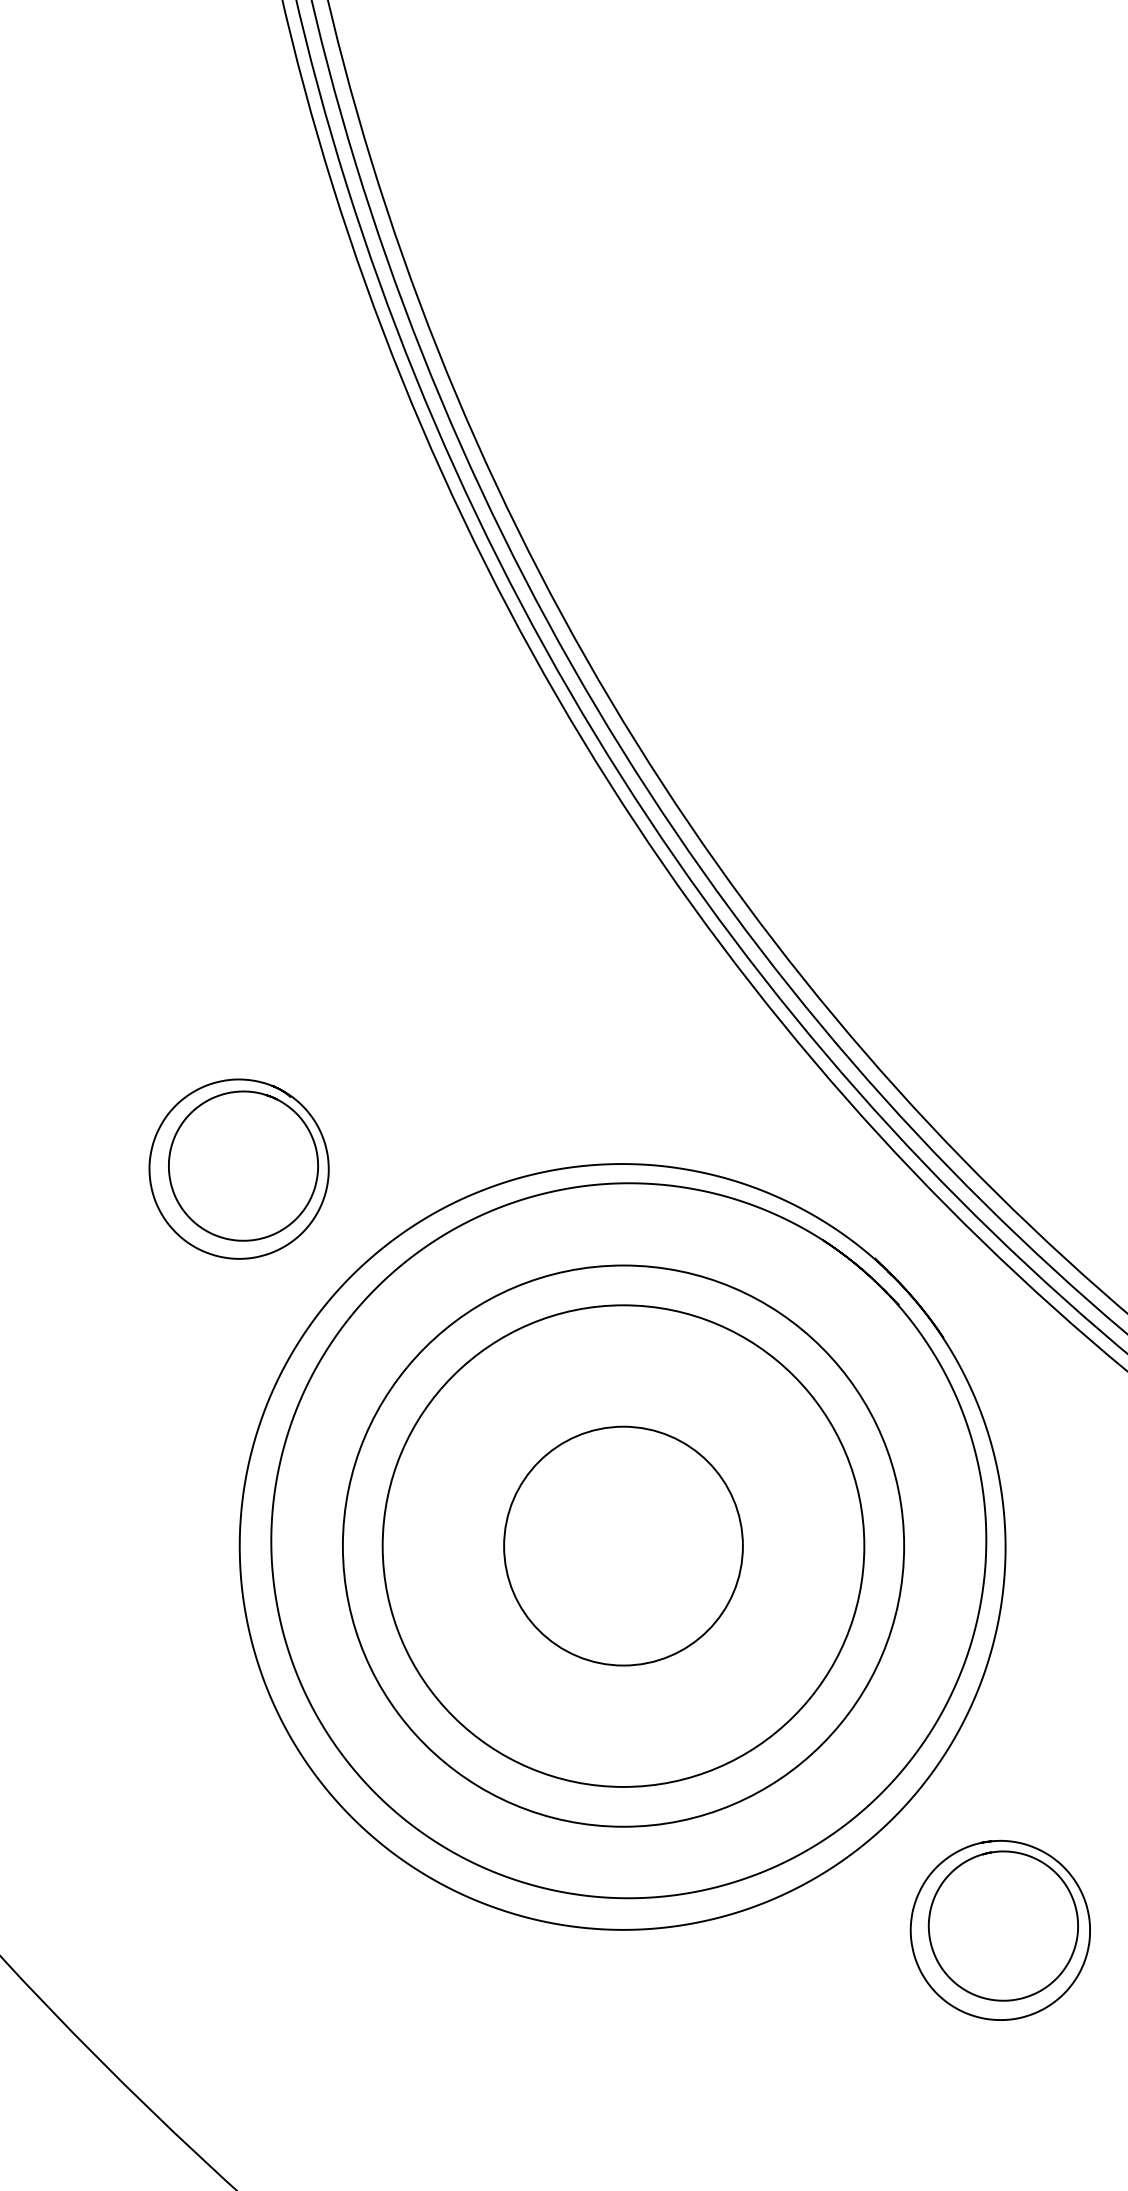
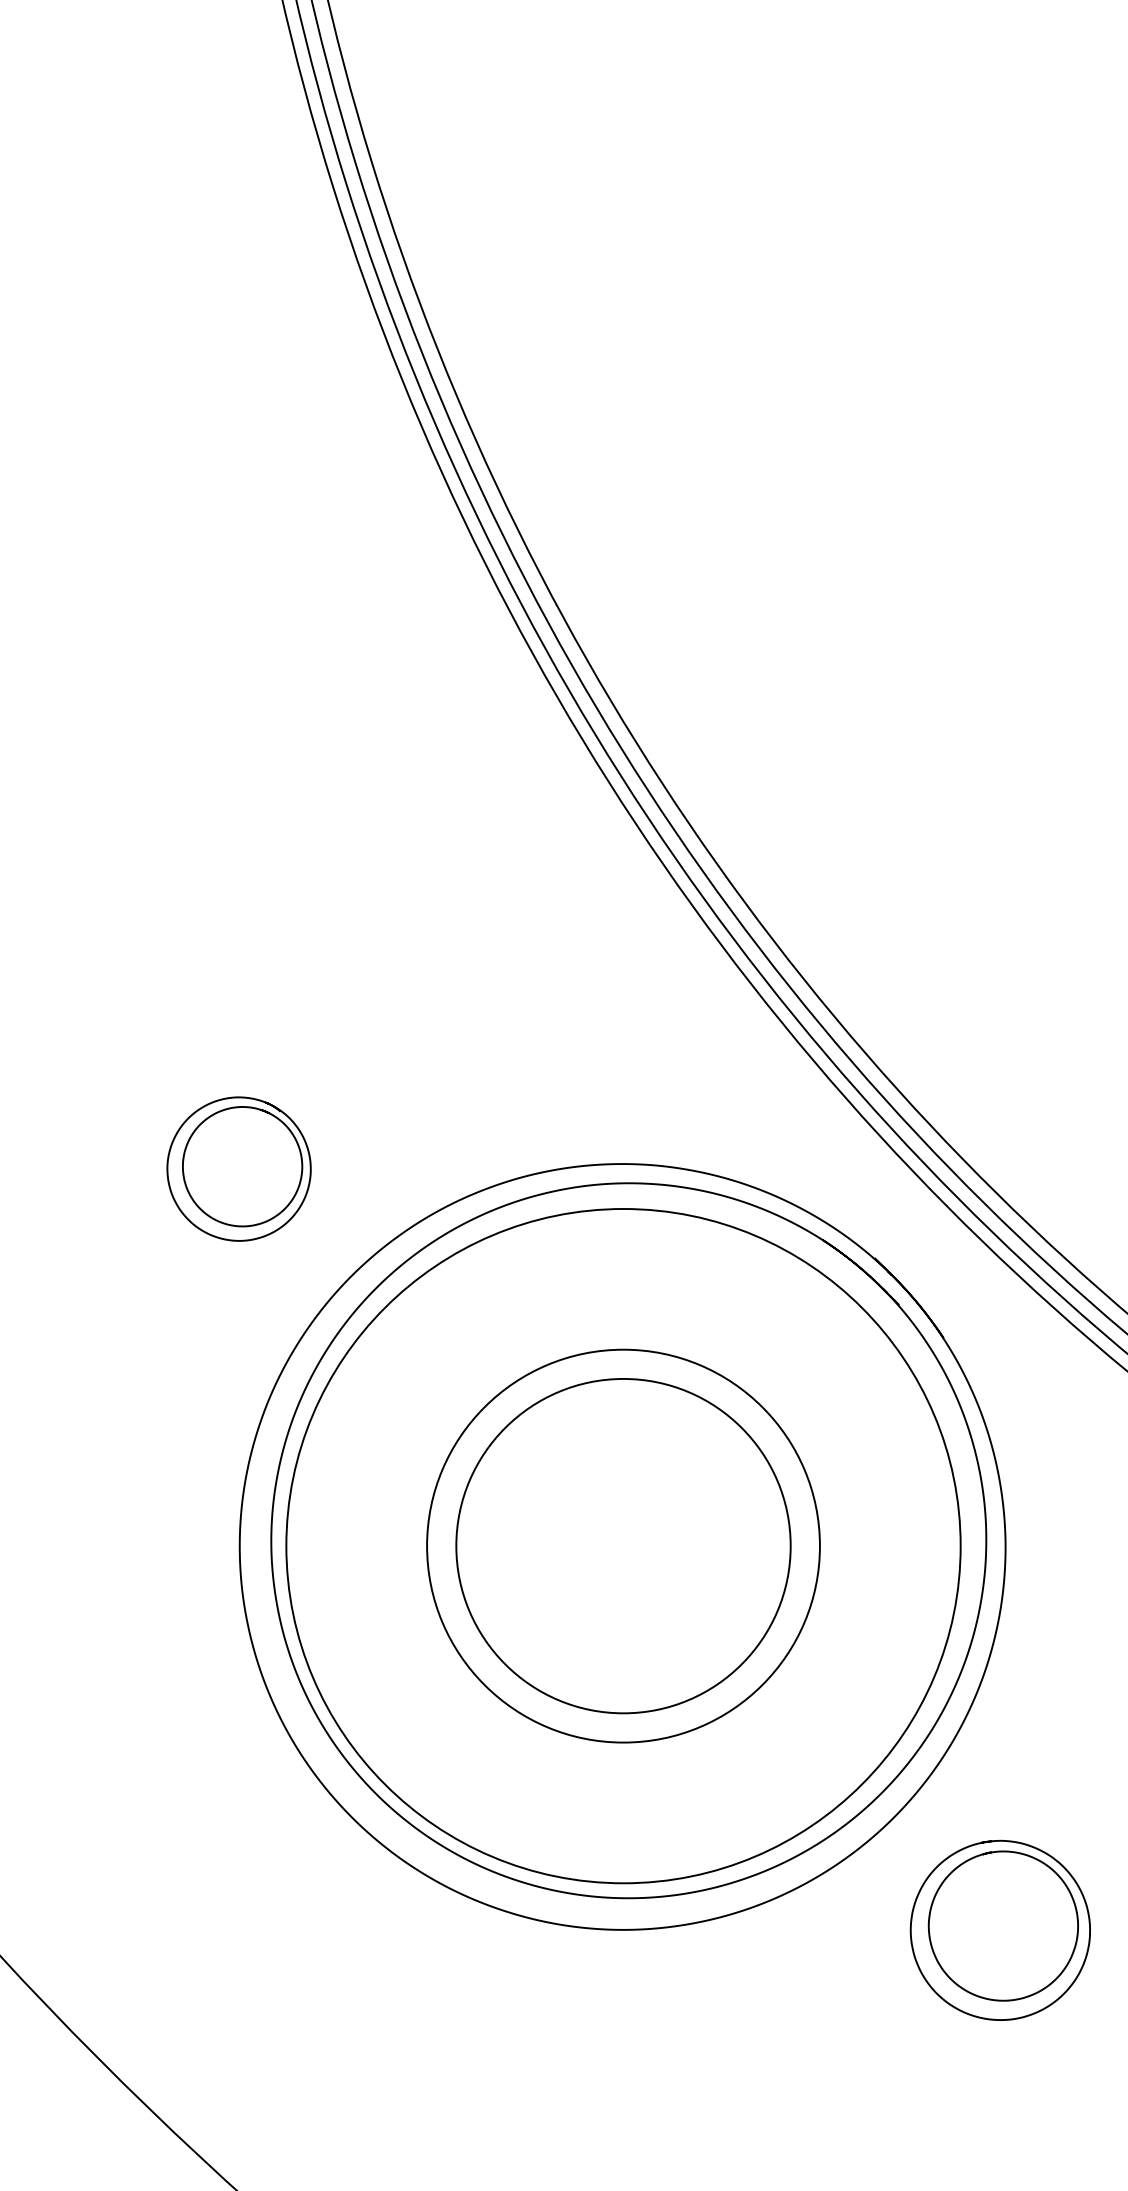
part at (238, 1168) size: 182x182 px -> 146x146 px
circle at (623, 1545) diameter: 239 px -> 334 px
circle at (623, 1545) diameter: 482 px -> 674 px
circle at (623, 1545) diameter: 561 px -> 393 px
